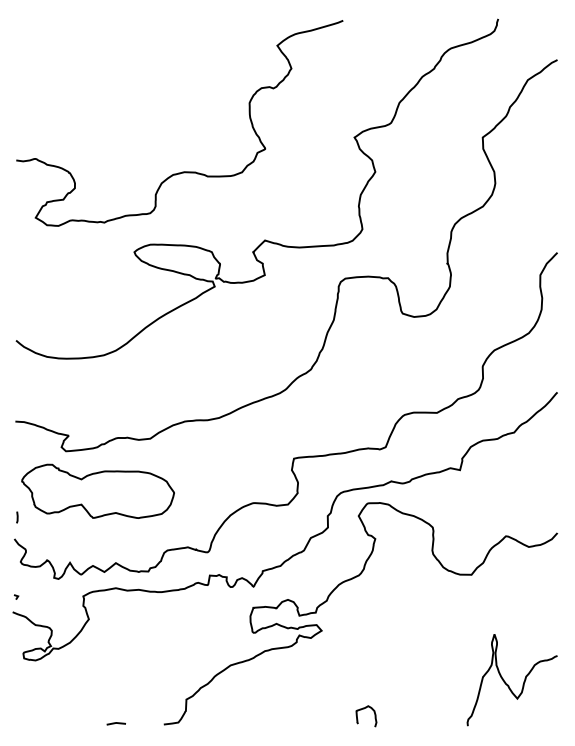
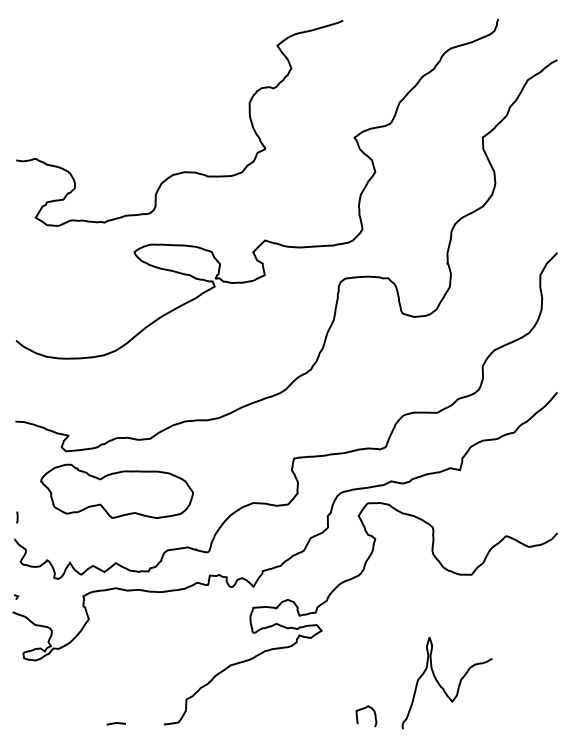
part at (97, 490) position: (97, 490) -> (116, 490)
curve at (508, 684) position: (508, 684) -> (443, 687)
